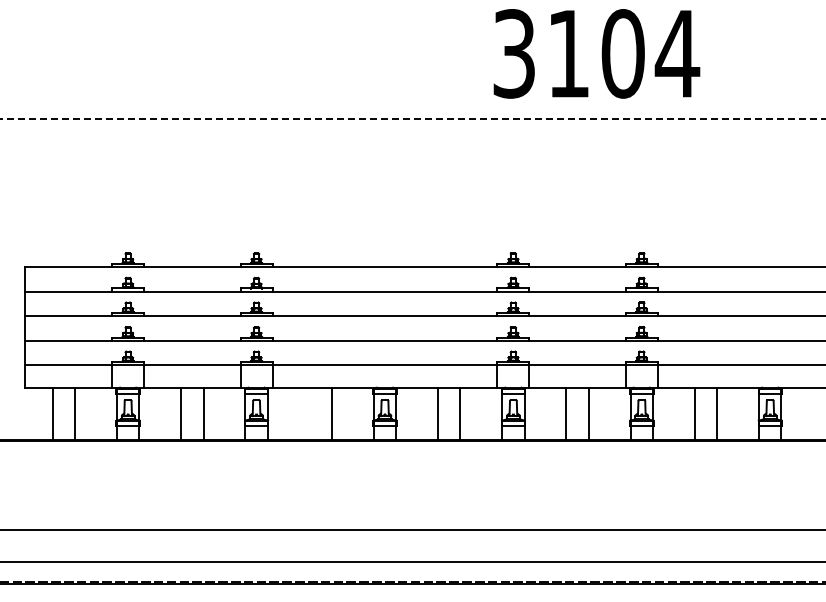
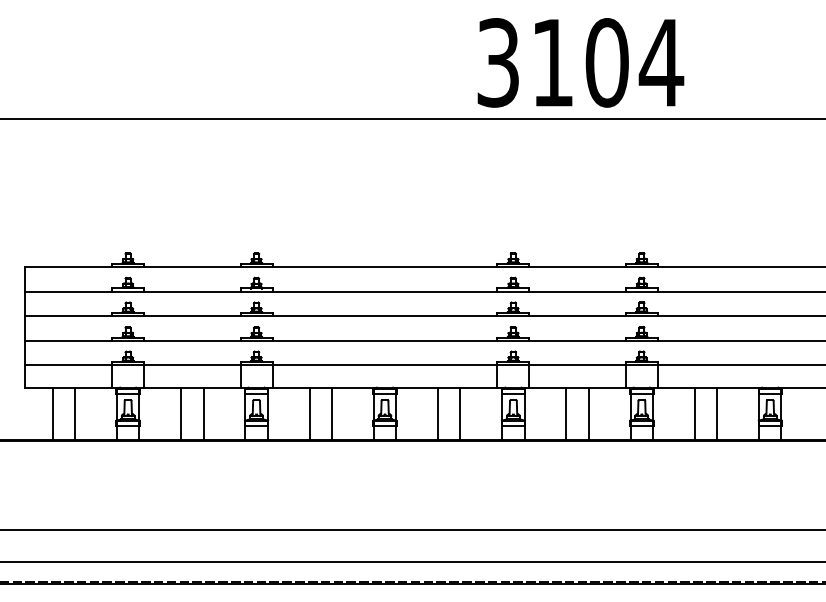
text at (596, 53) position: (596, 53) -> (580, 62)
line at (413, 119): dashed -> solid
line at (309, 413): none -> present
